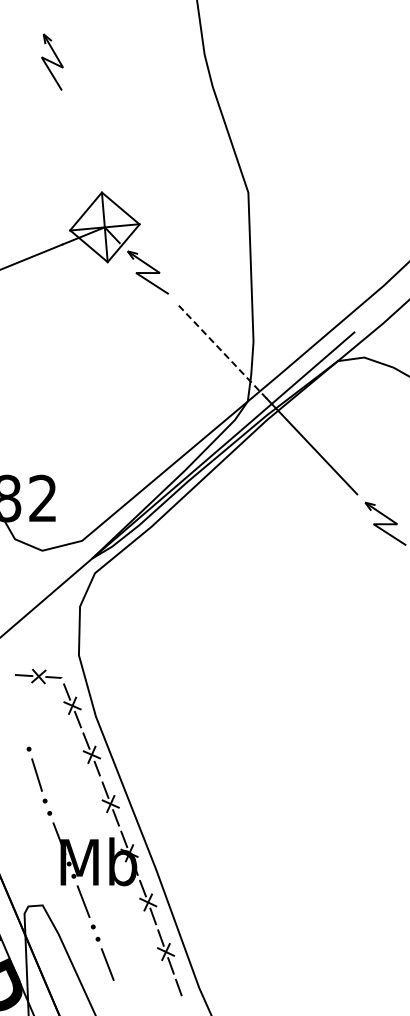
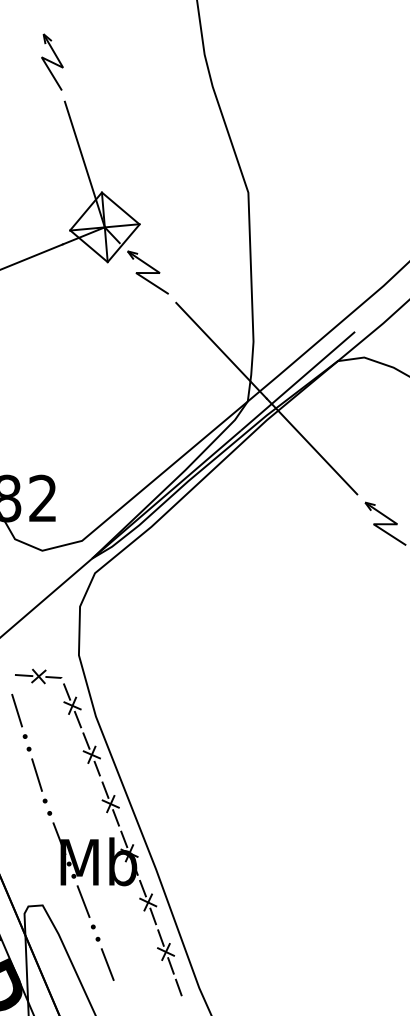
line at (84, 164): none -> present
line at (221, 350): dashed -> solid
part at (19, 715): none -> present
